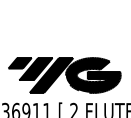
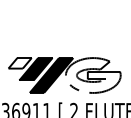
fill at (19, 63): present -> none
fill at (92, 75): present -> none
